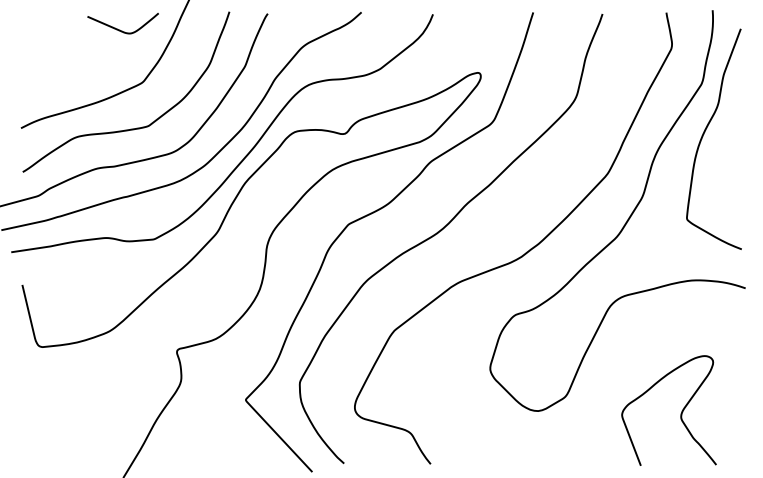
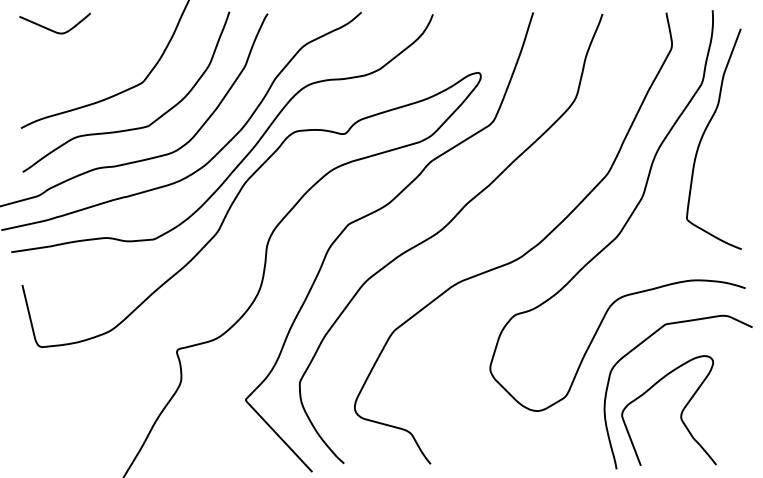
curve at (120, 29) position: (120, 29) -> (52, 29)
curve at (641, 344): none -> present
